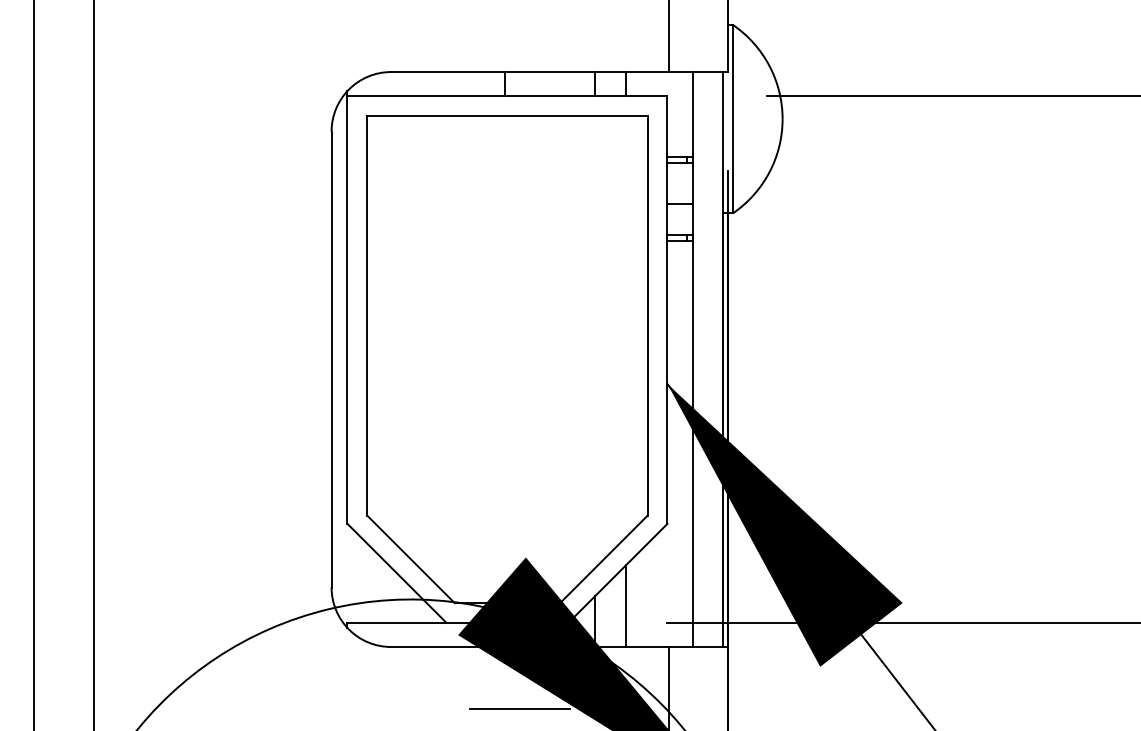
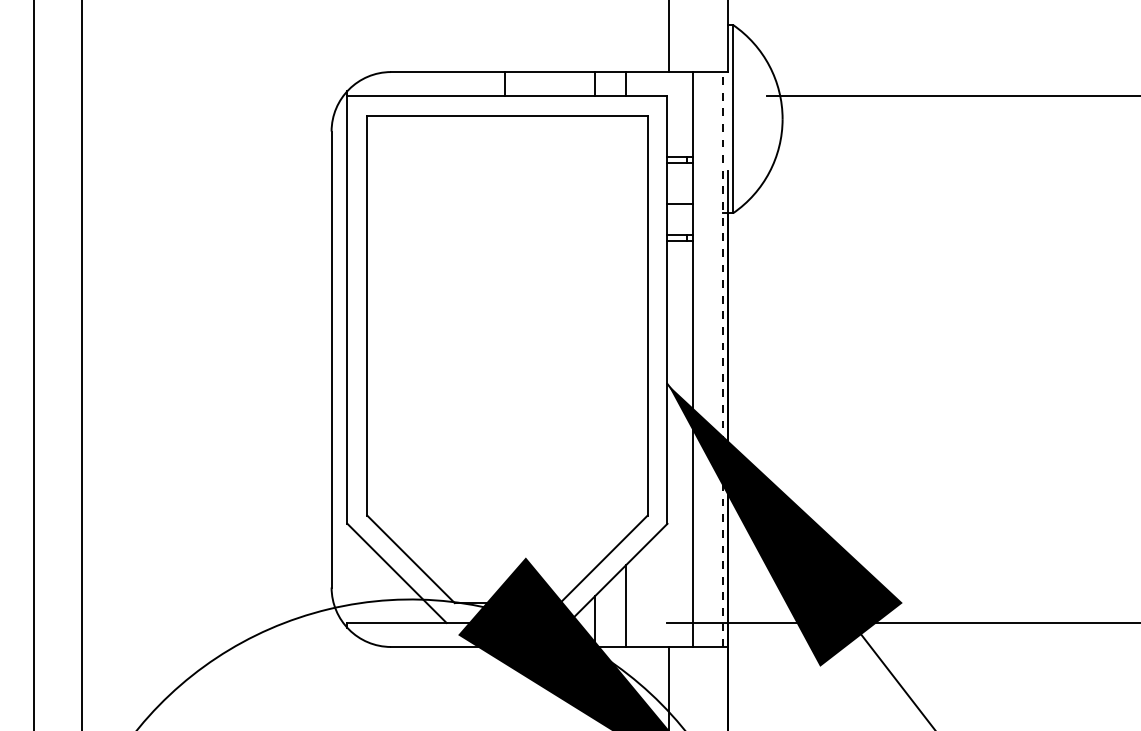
line at (723, 359): solid -> dashed
line at (93, 364) position: (93, 364) -> (81, 364)
line at (519, 708): present -> none
